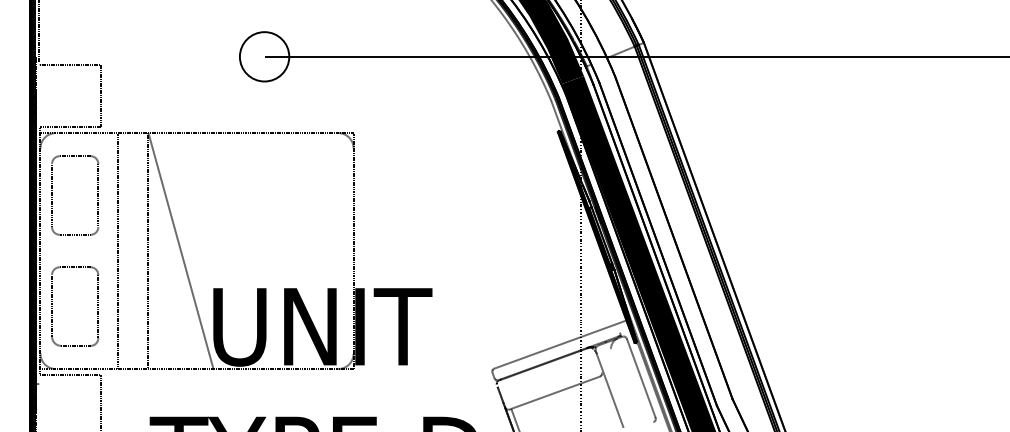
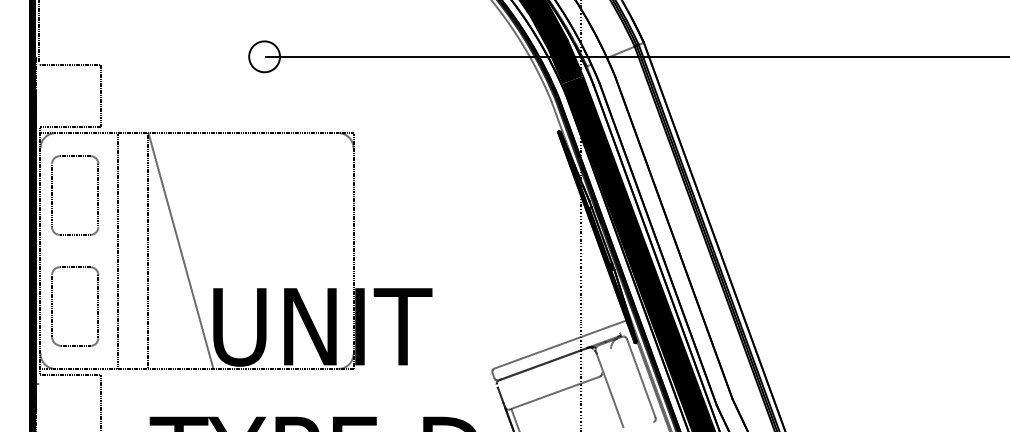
circle at (264, 56) diameter: 49 px -> 31 px
